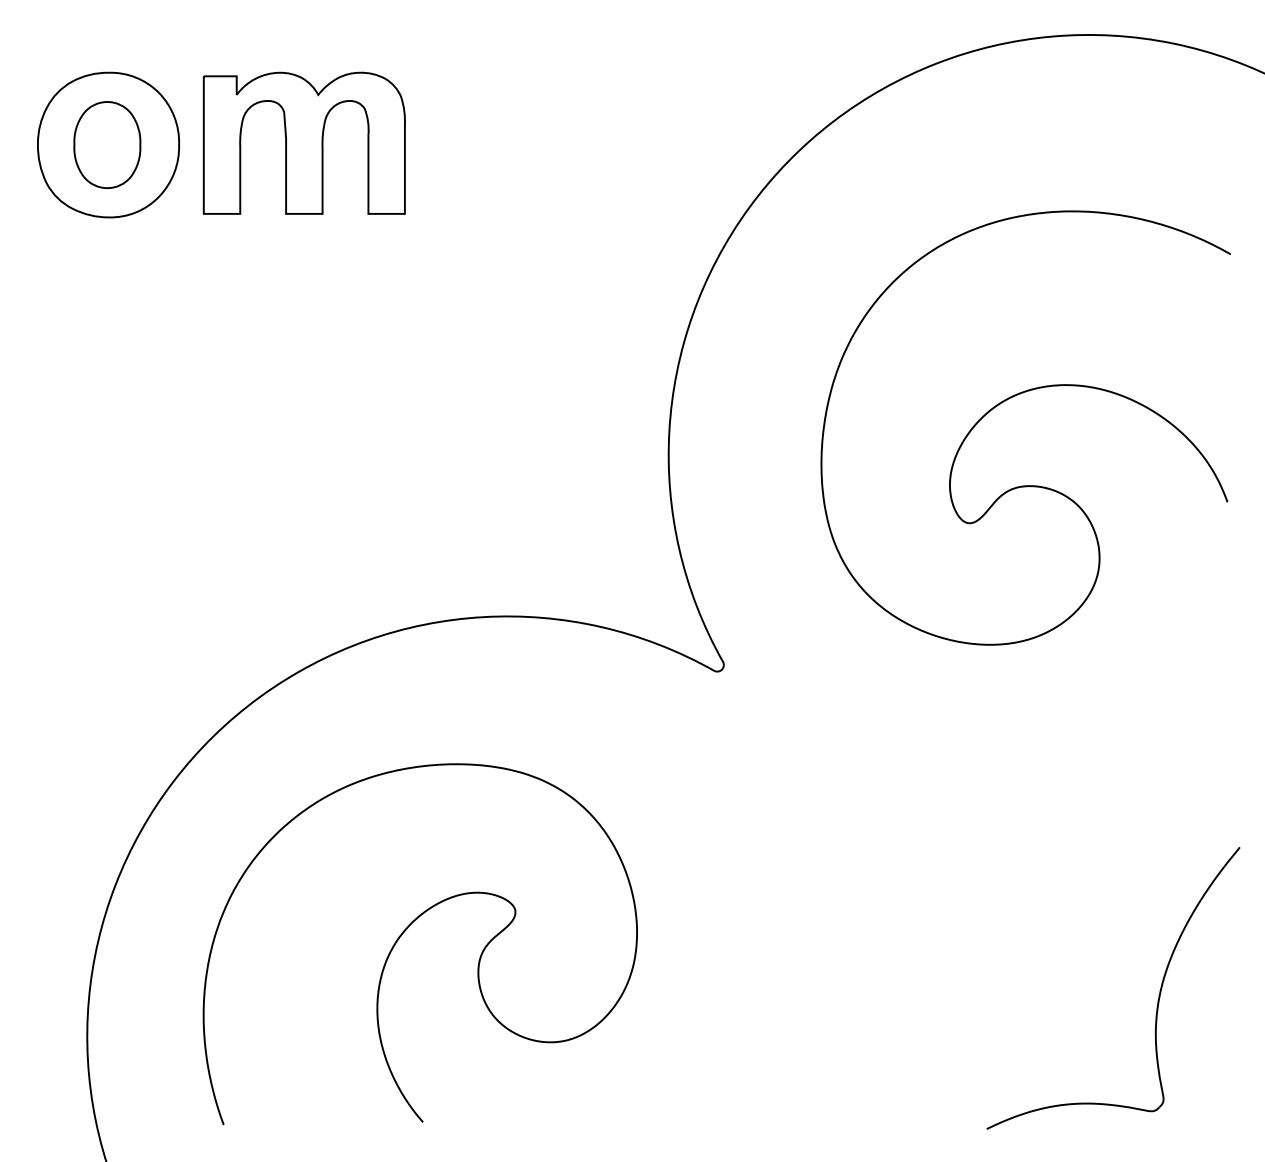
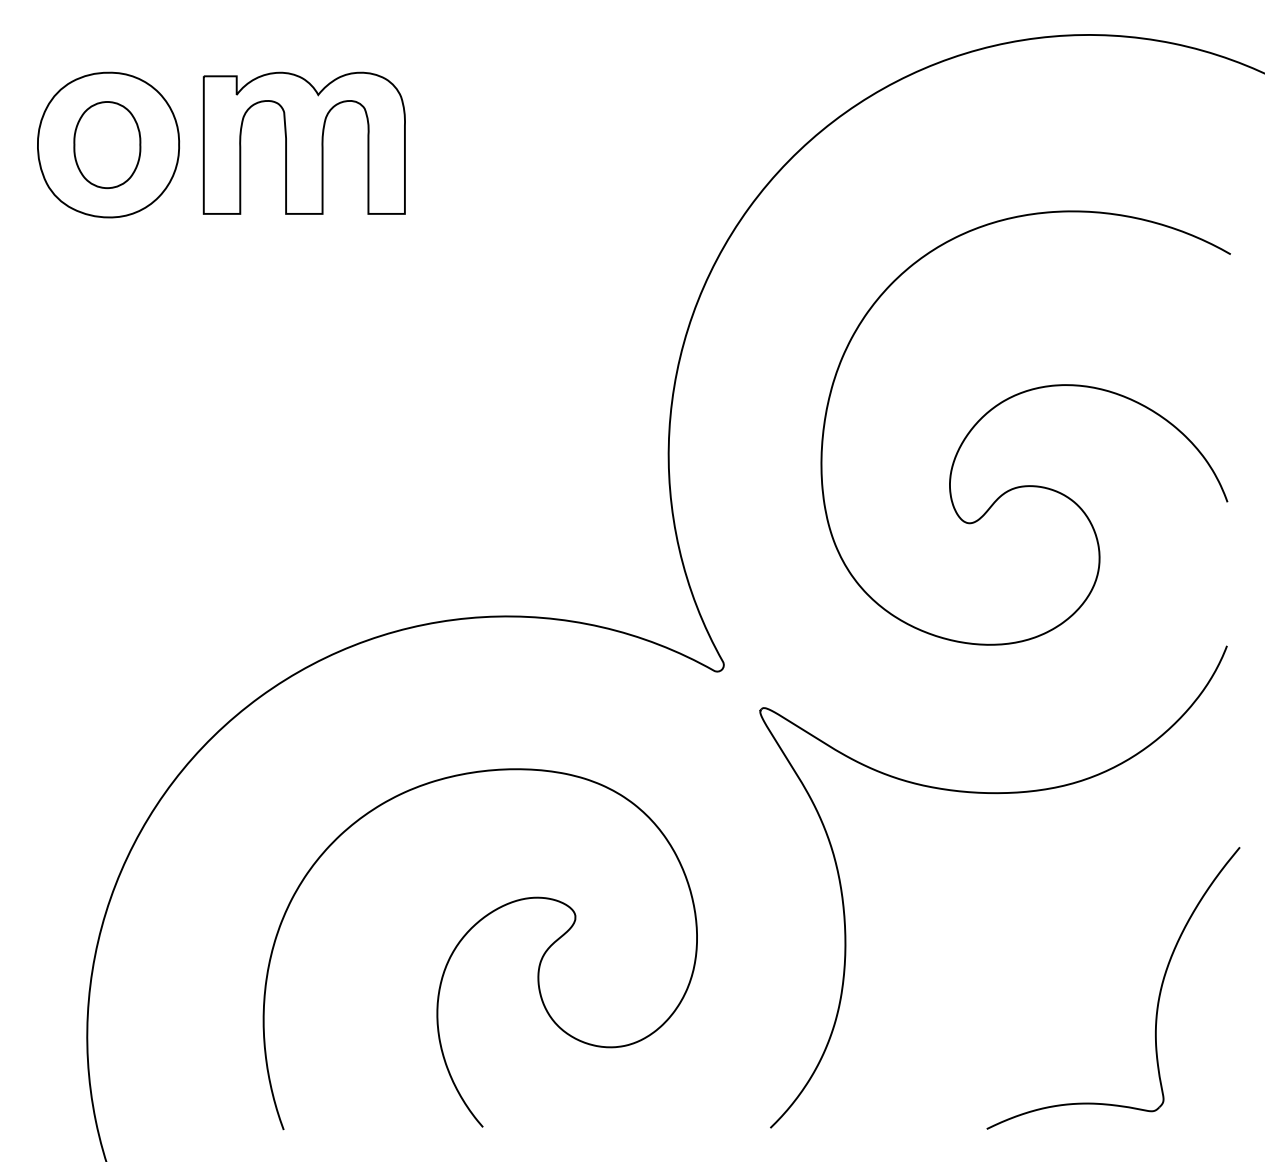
part at (995, 794): none -> present
curve at (406, 930) position: (406, 930) -> (466, 935)
